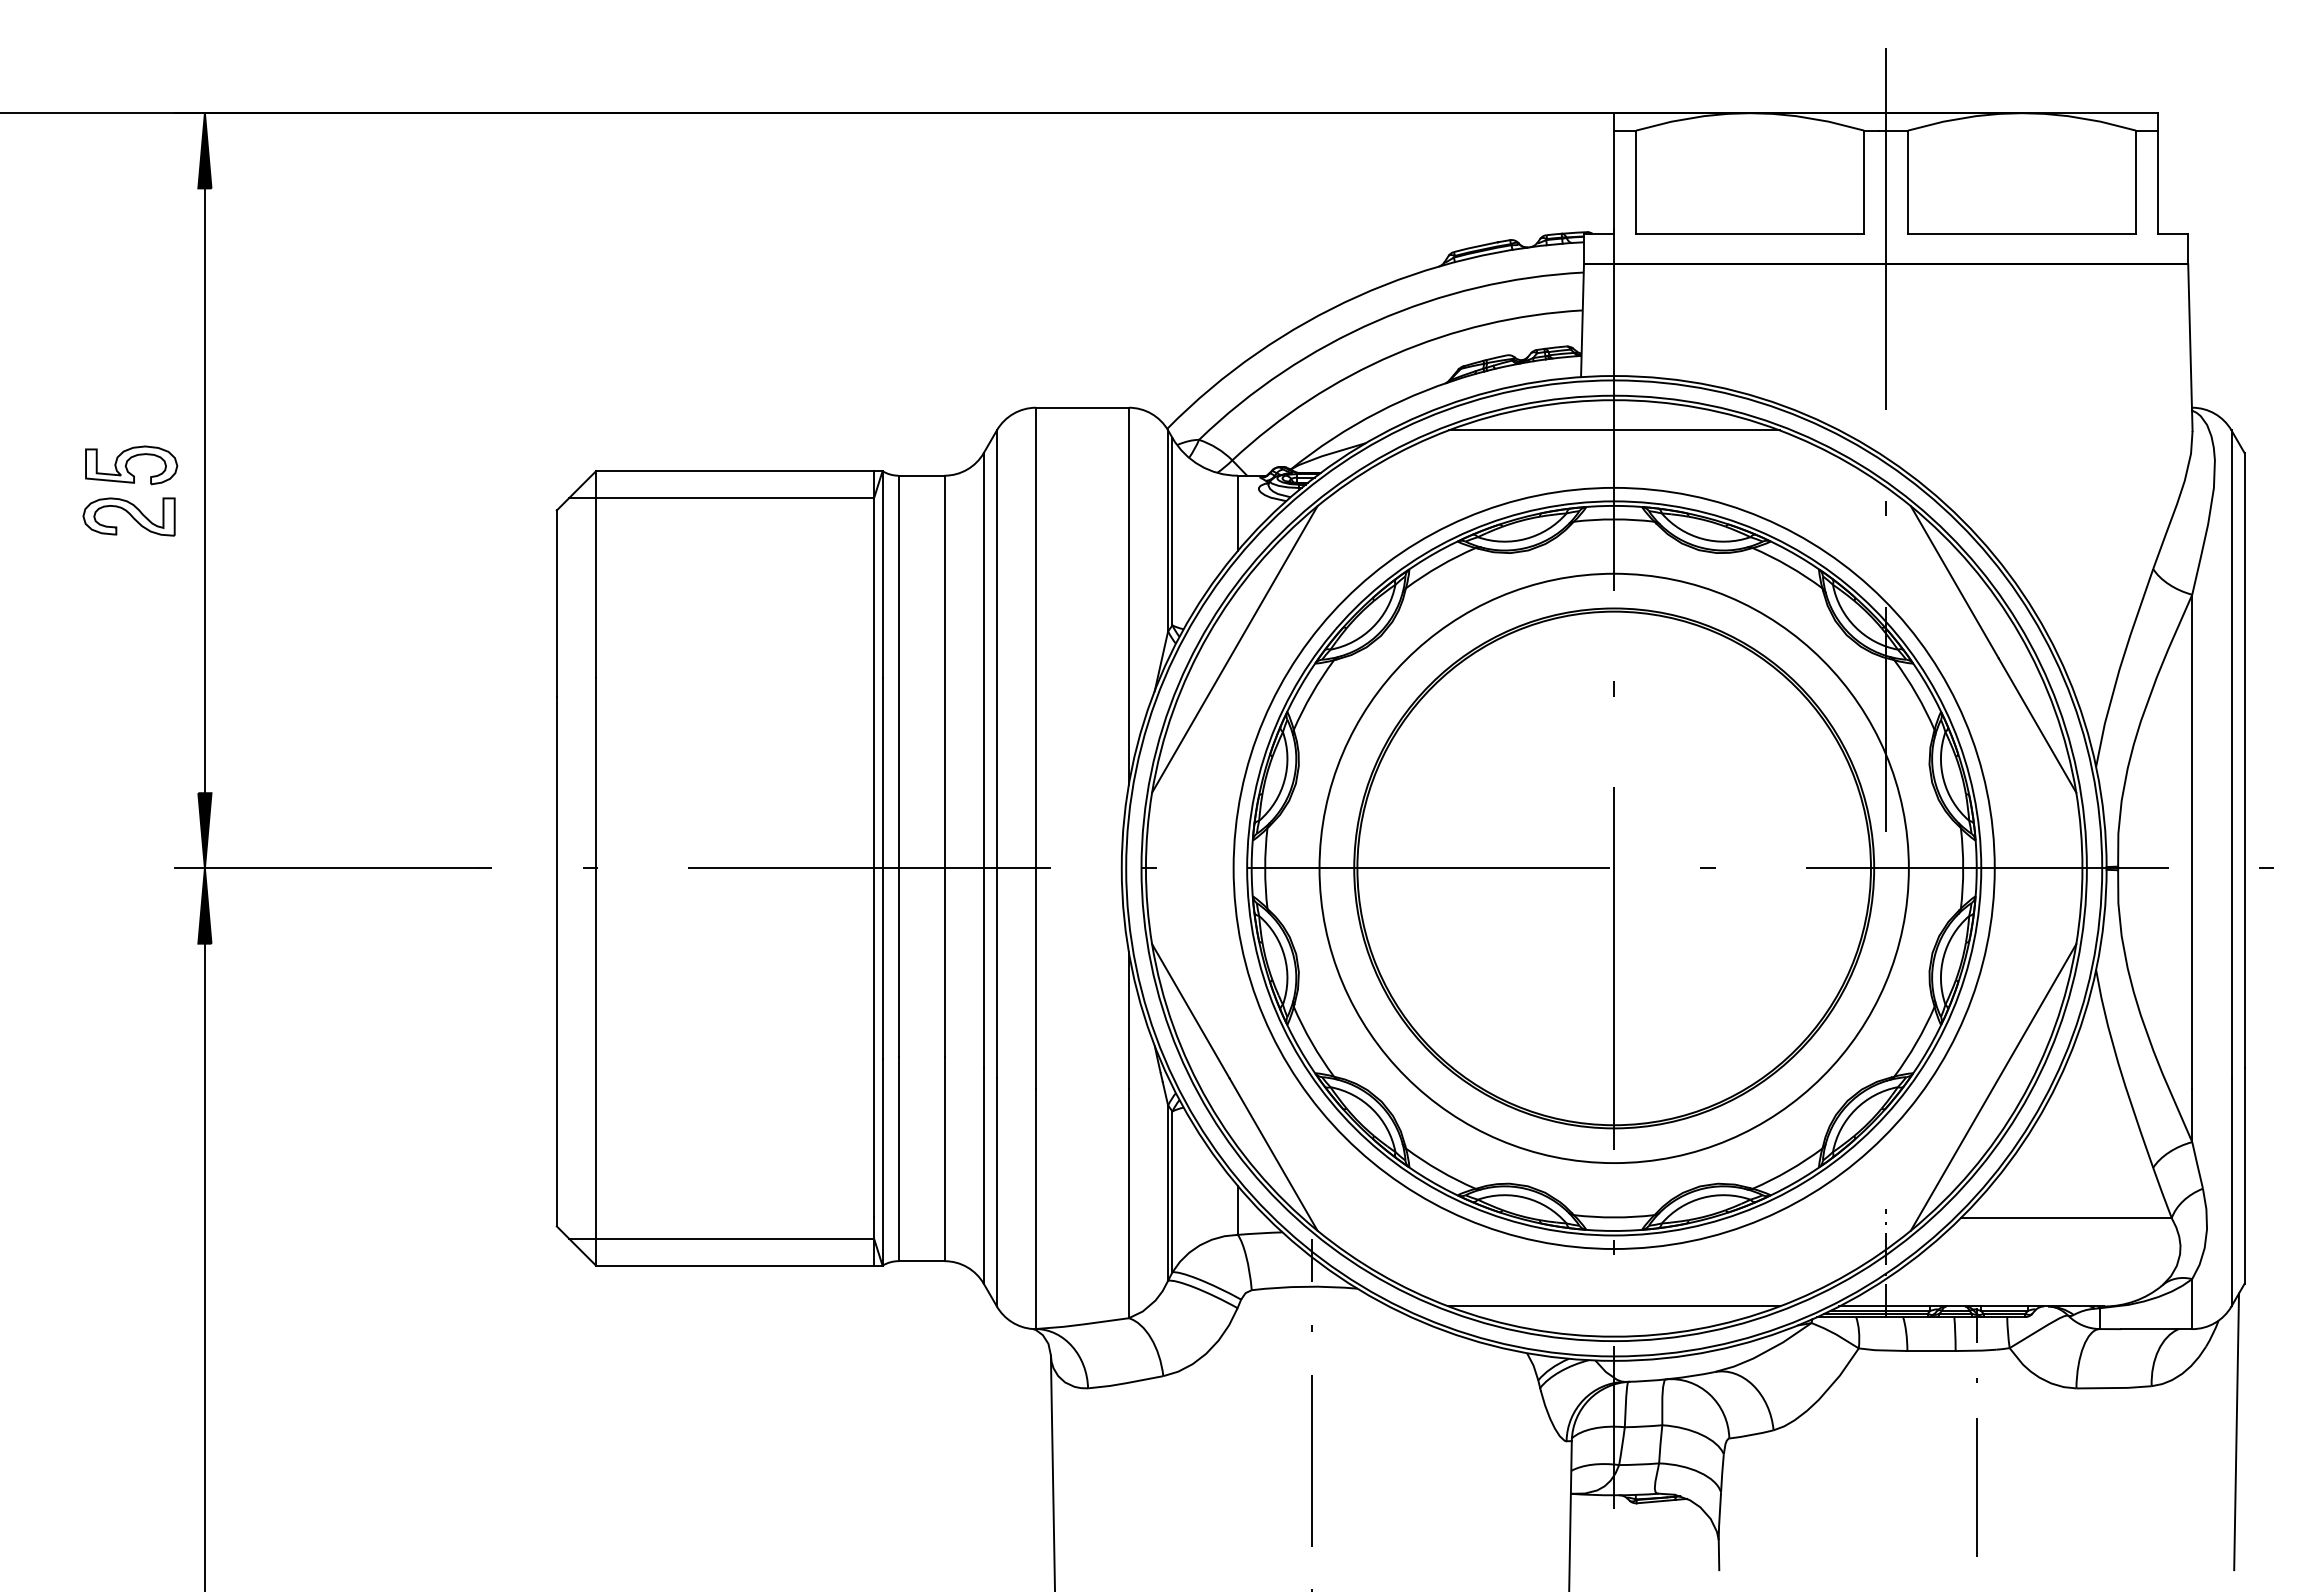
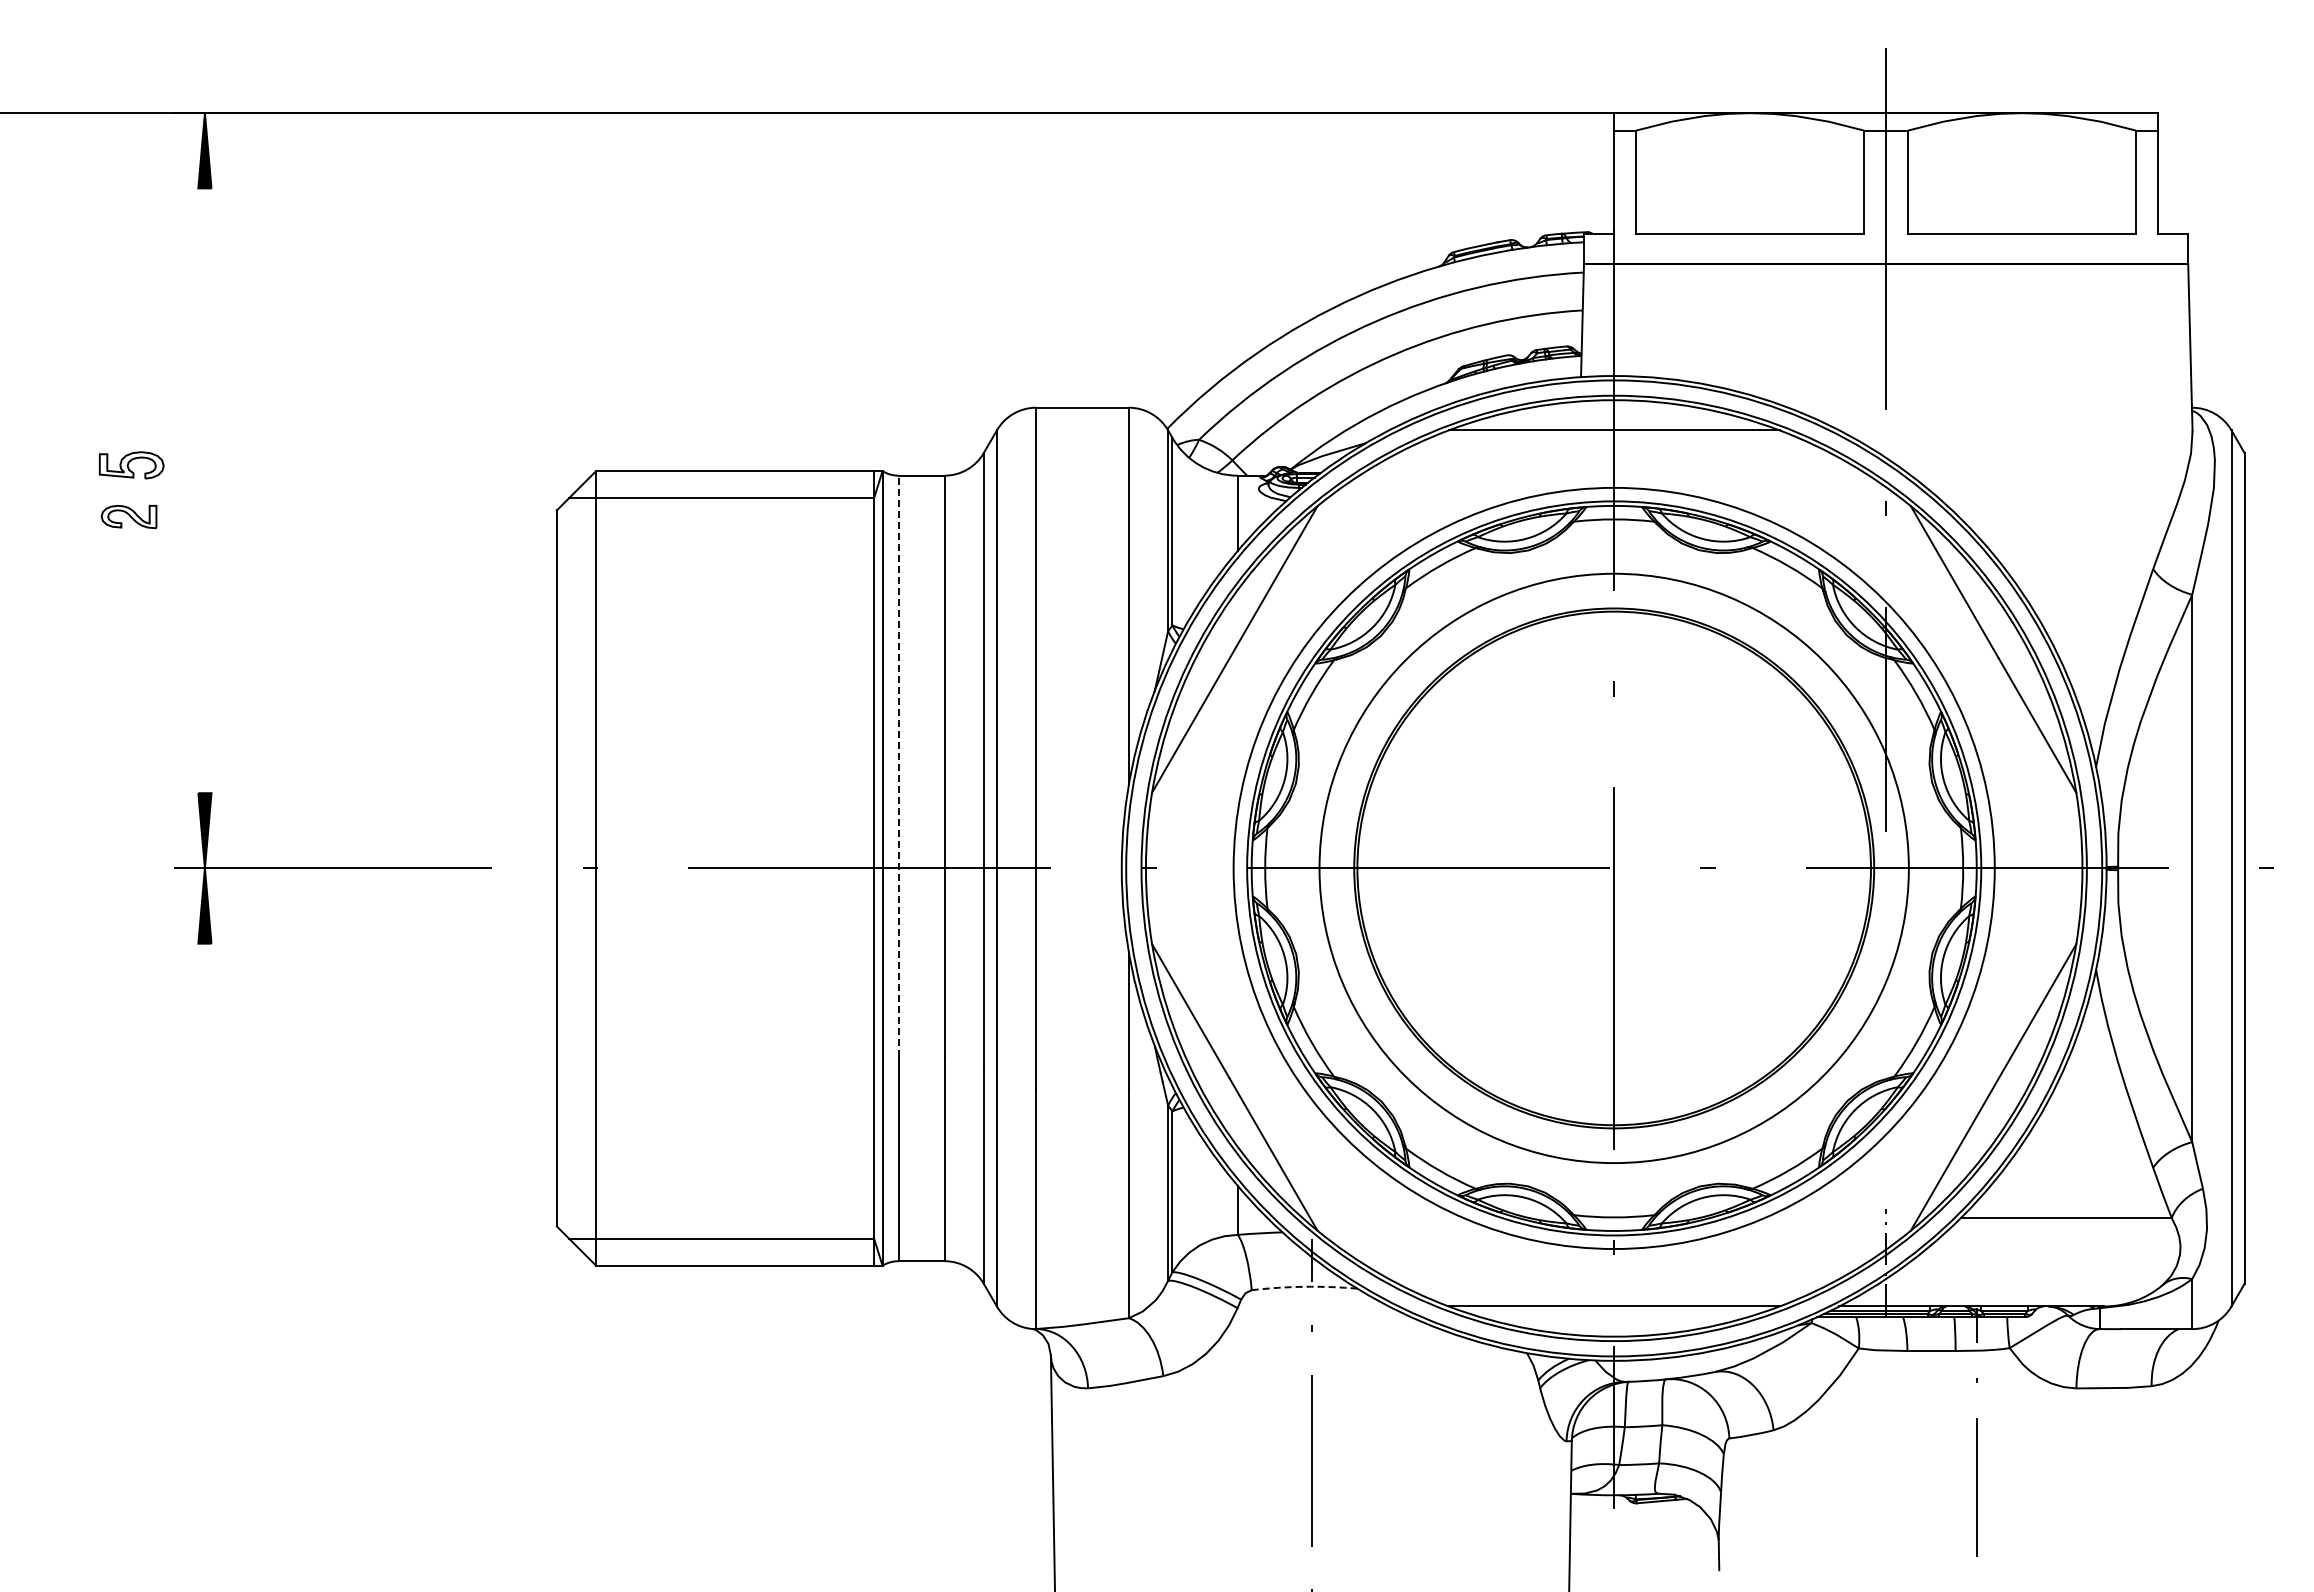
part at (131, 465) size: 94x41 px -> 67x29 px
line at (204, 490): present -> none
part at (128, 516) size: 94x40 px -> 58x26 px
line at (898, 766): solid -> dashed
line at (204, 1265): present -> none
arc at (1304, 1286): solid -> dashed
line at (2236, 1431): present -> none
